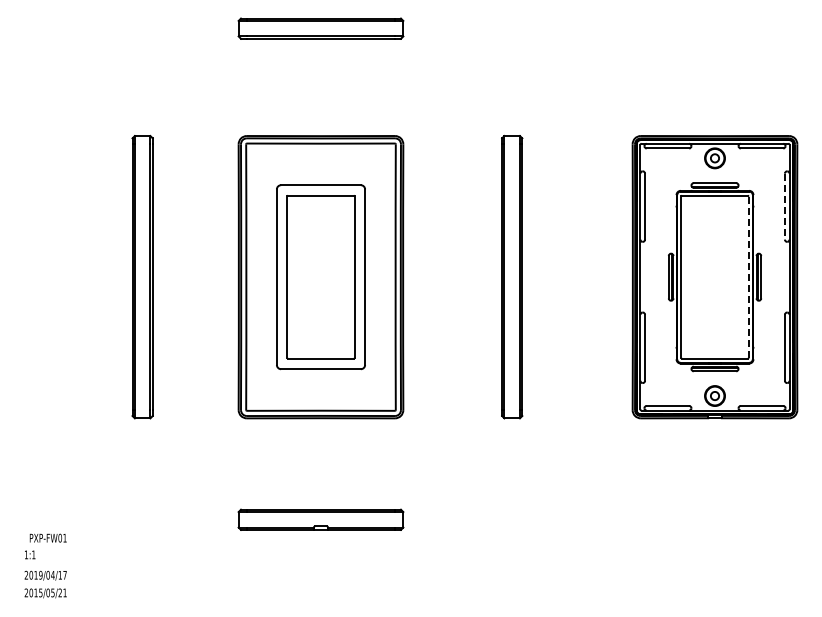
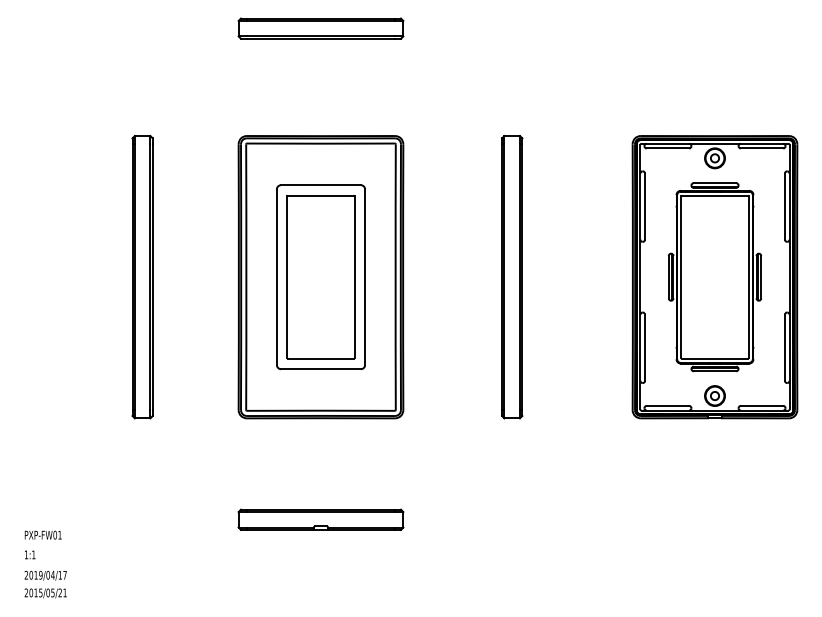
line at (784, 206): dashed -> solid
line at (748, 277): dashed -> solid
text at (47, 537) position: (47, 537) -> (42, 534)
